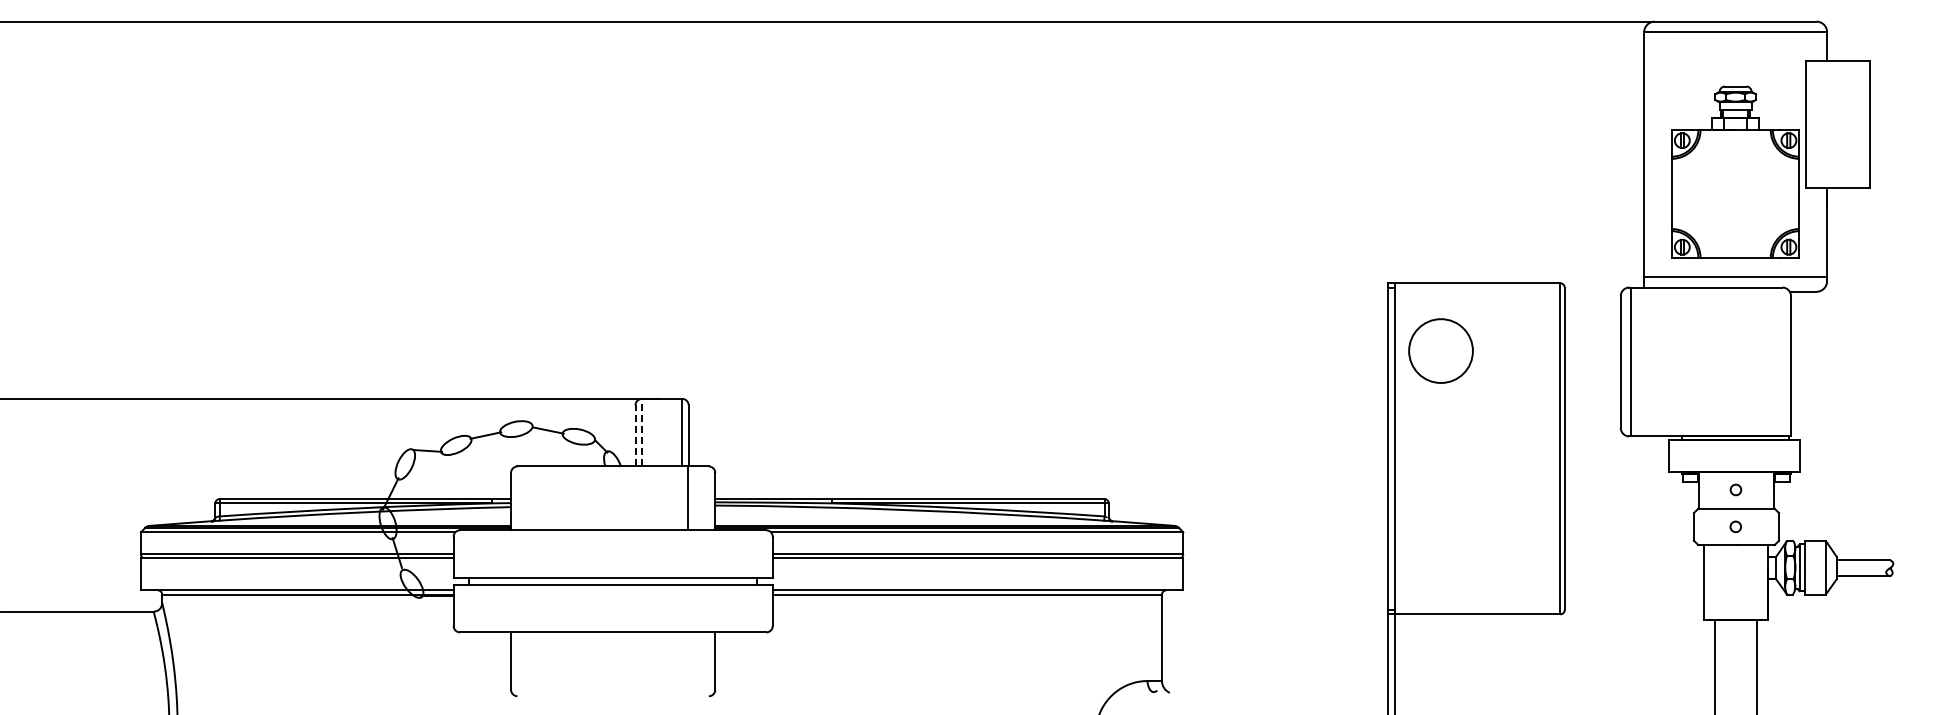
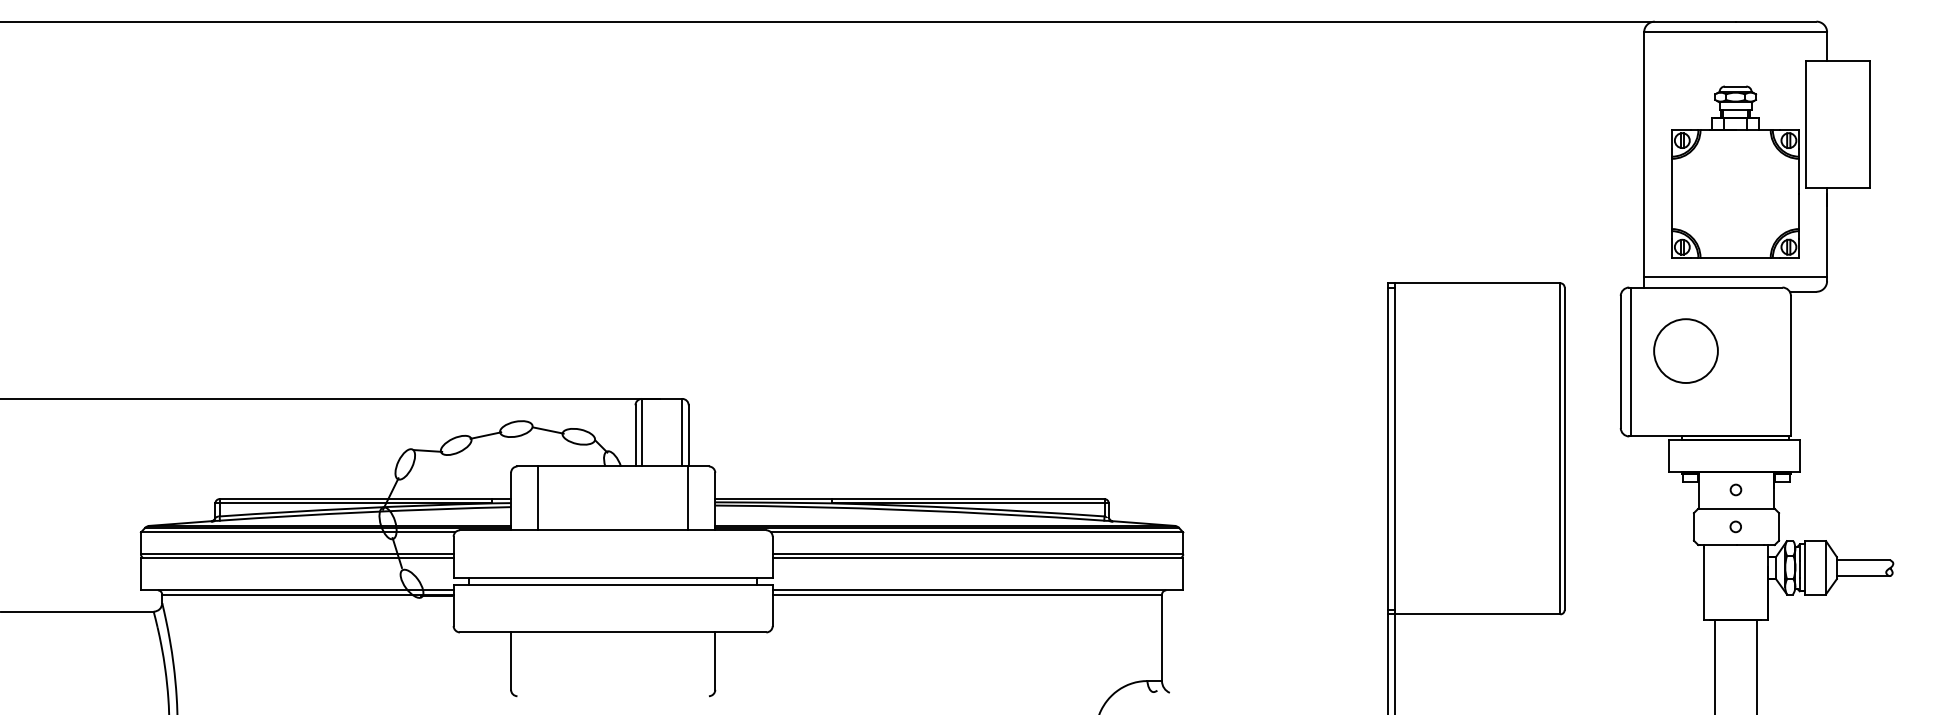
circle at (1440, 350) position: (1440, 350) -> (1685, 350)
line at (641, 432): dashed -> solid
line at (635, 435): dashed -> solid
line at (537, 498): none -> present
